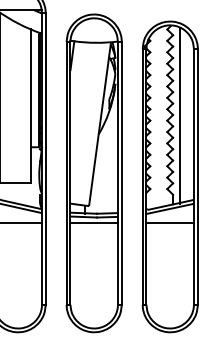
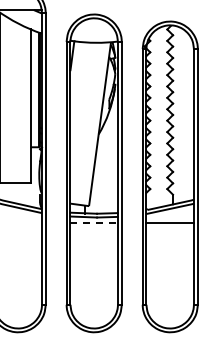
line at (179, 115): present -> none
line at (22, 223): present -> none
line at (94, 223): solid -> dashed
